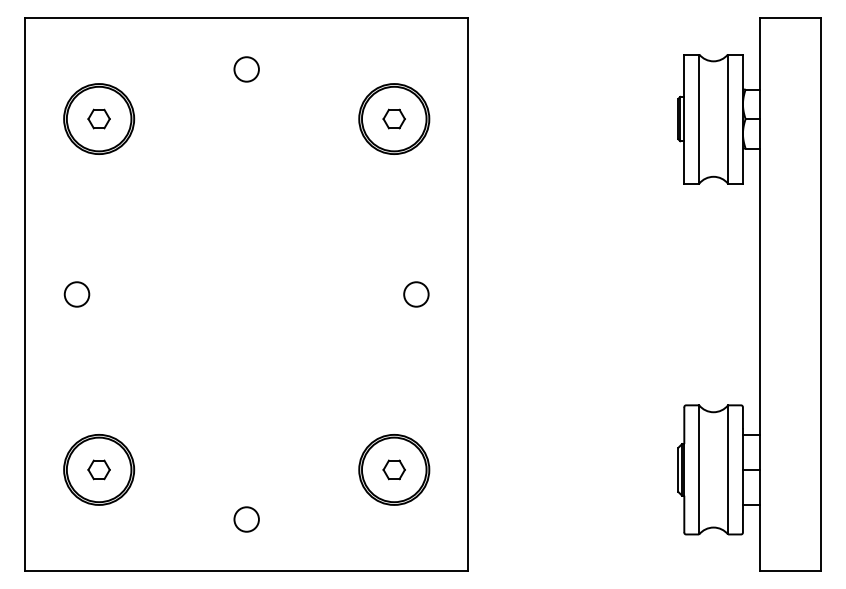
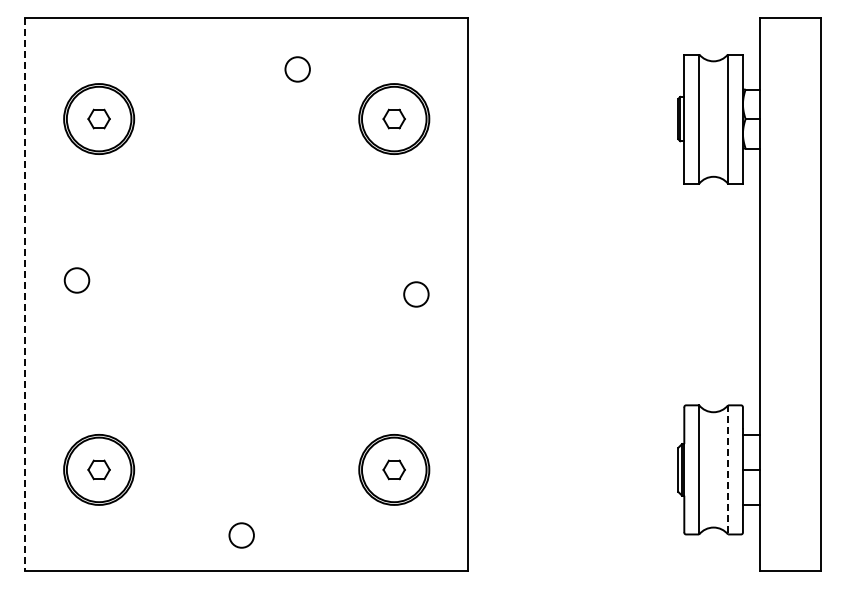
circle at (246, 69) position: (246, 69) -> (297, 69)
line at (25, 294): solid -> dashed
circle at (76, 294) position: (76, 294) -> (76, 280)
line at (728, 469): solid -> dashed
circle at (246, 519) position: (246, 519) -> (241, 535)
